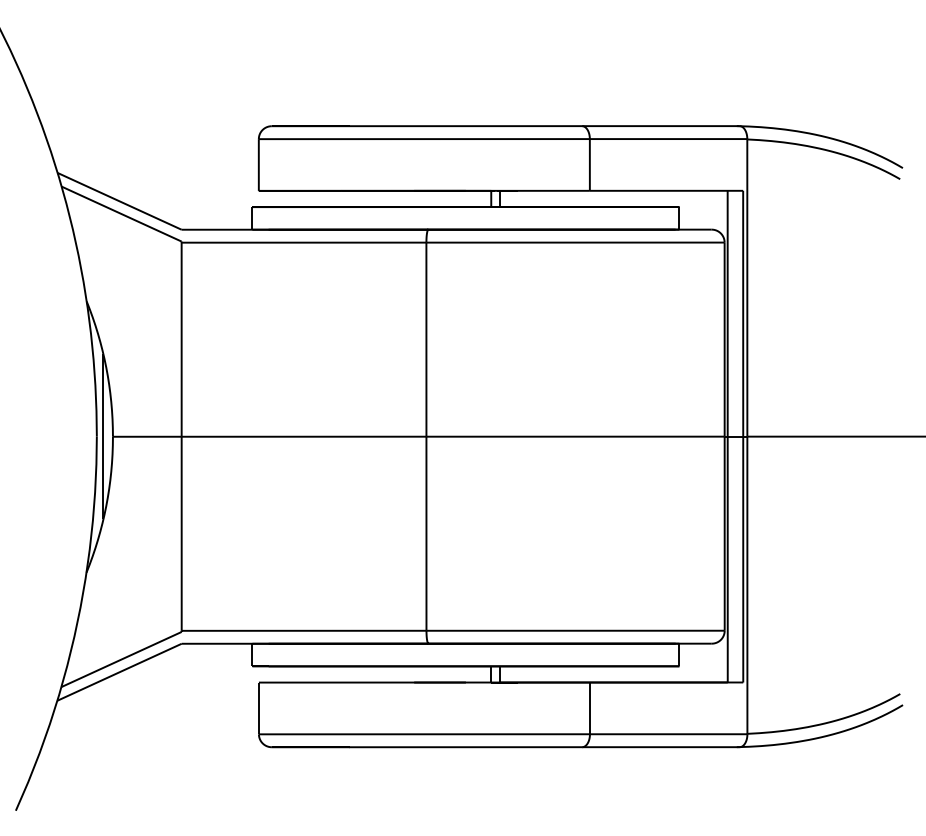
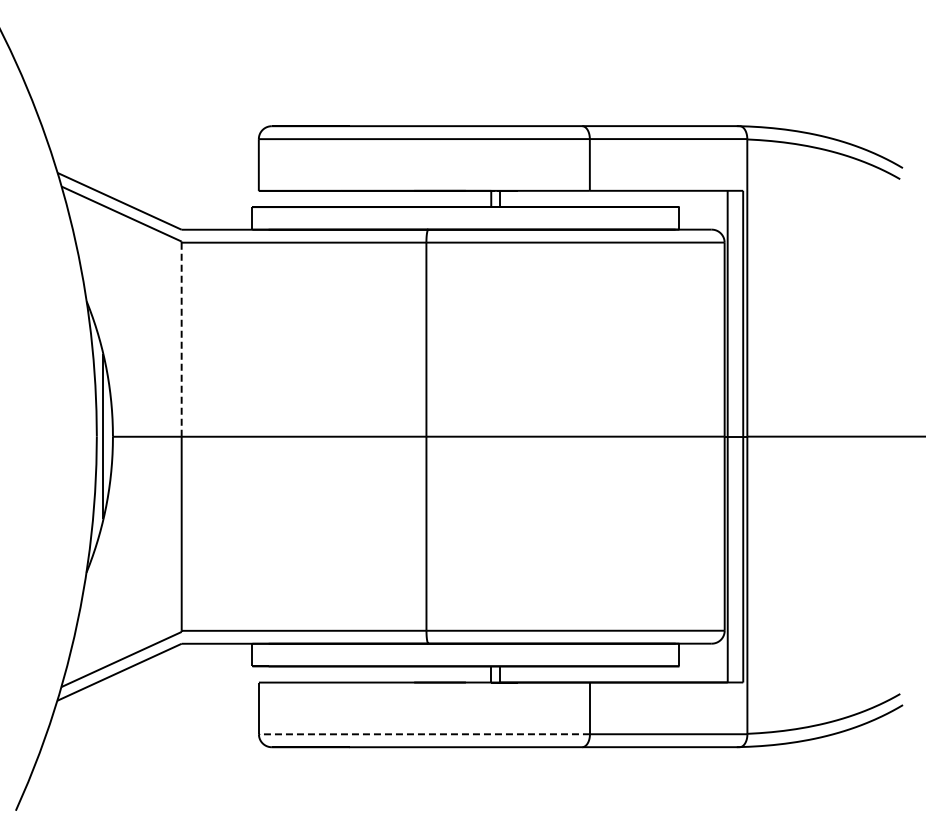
line at (181, 339): solid -> dashed
line at (423, 734): solid -> dashed
